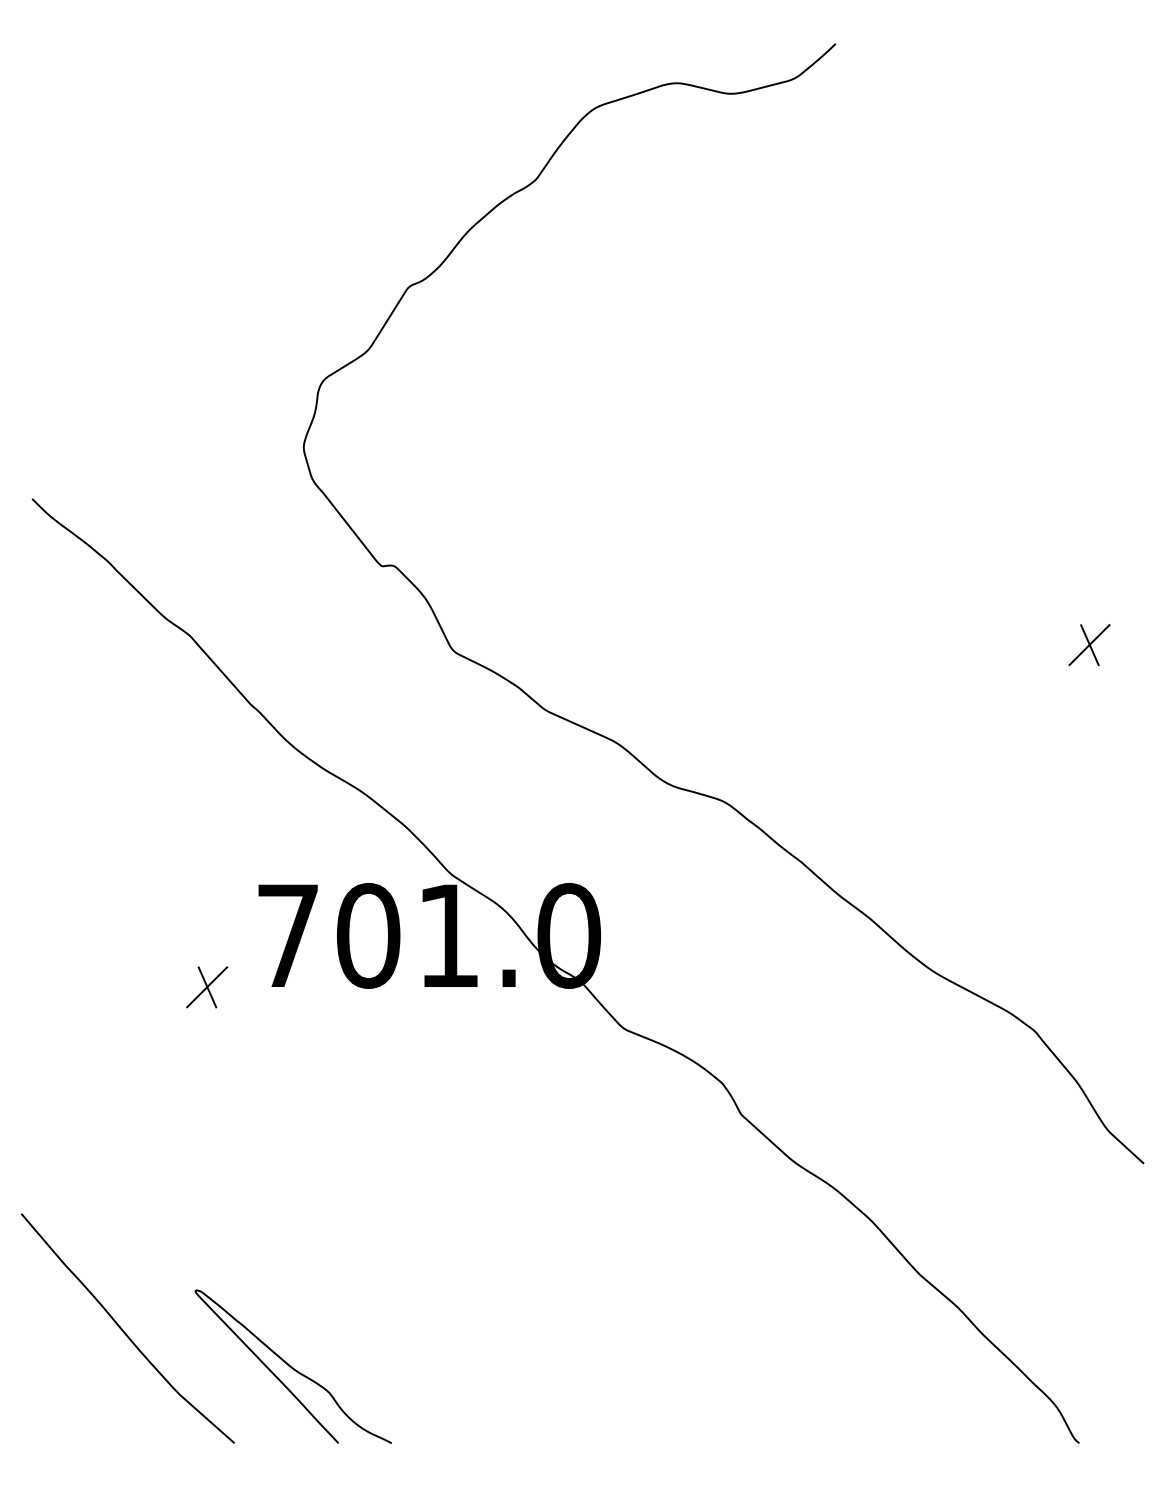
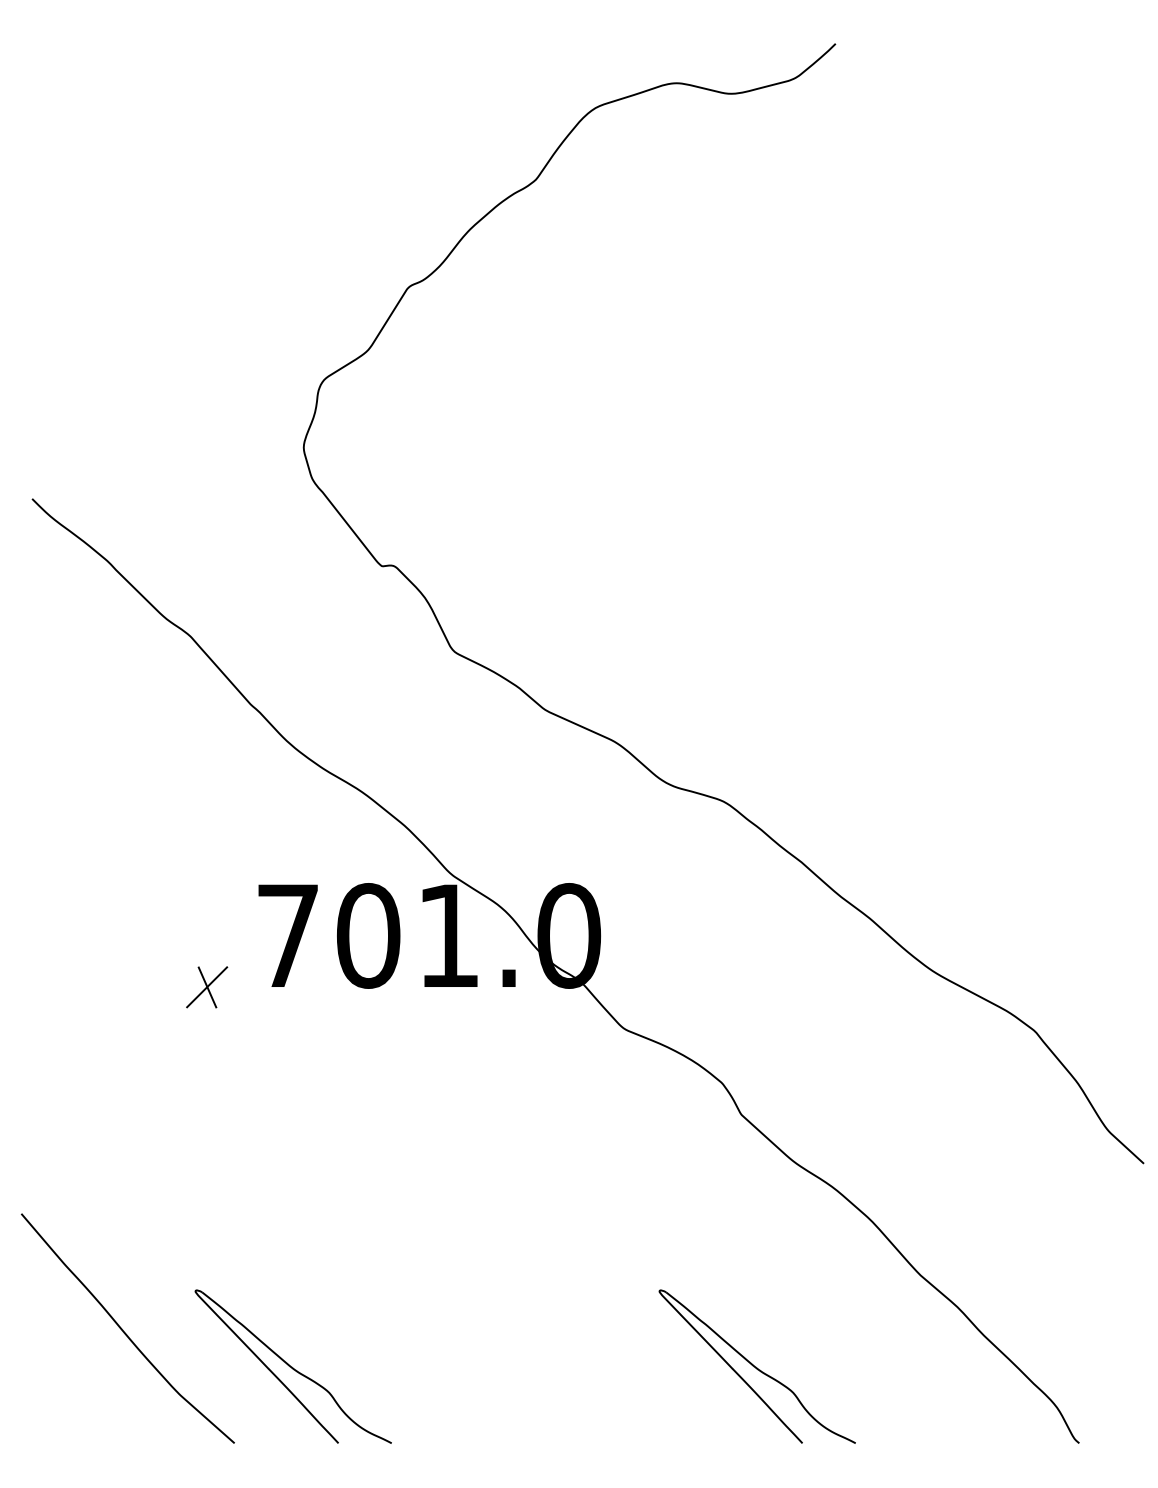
part at (1089, 645): present -> none
part at (756, 1366): none -> present
